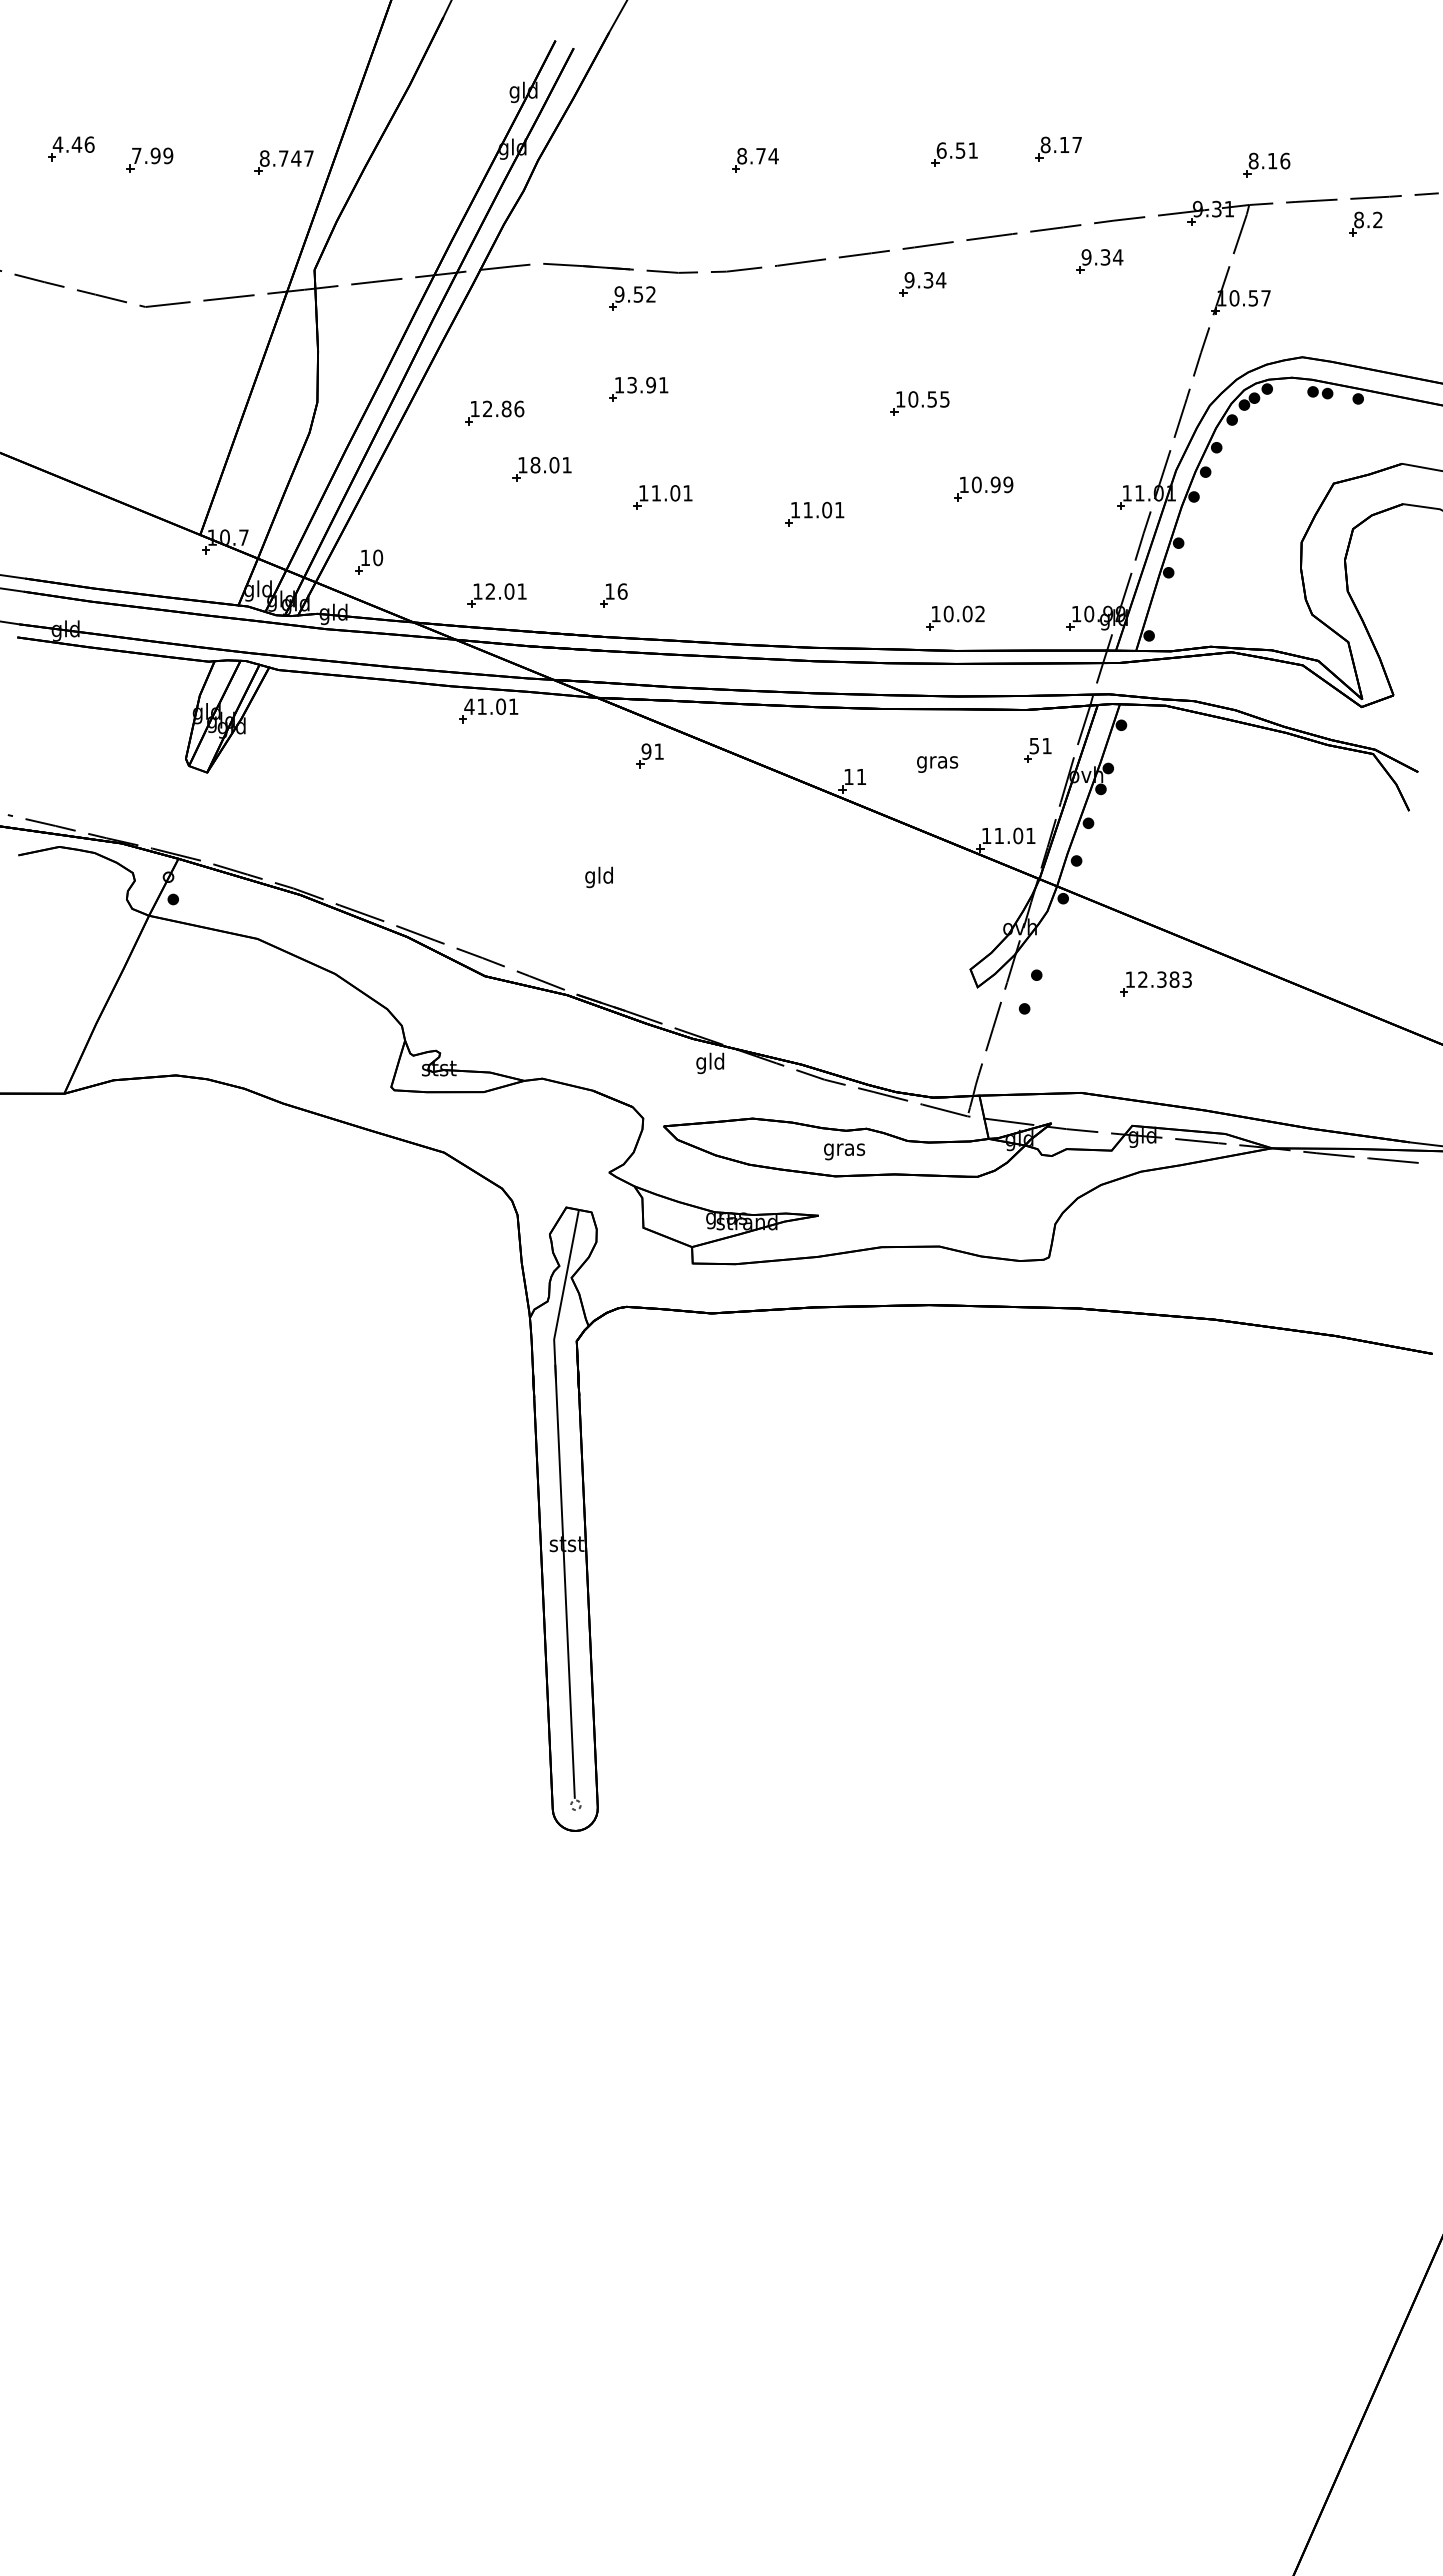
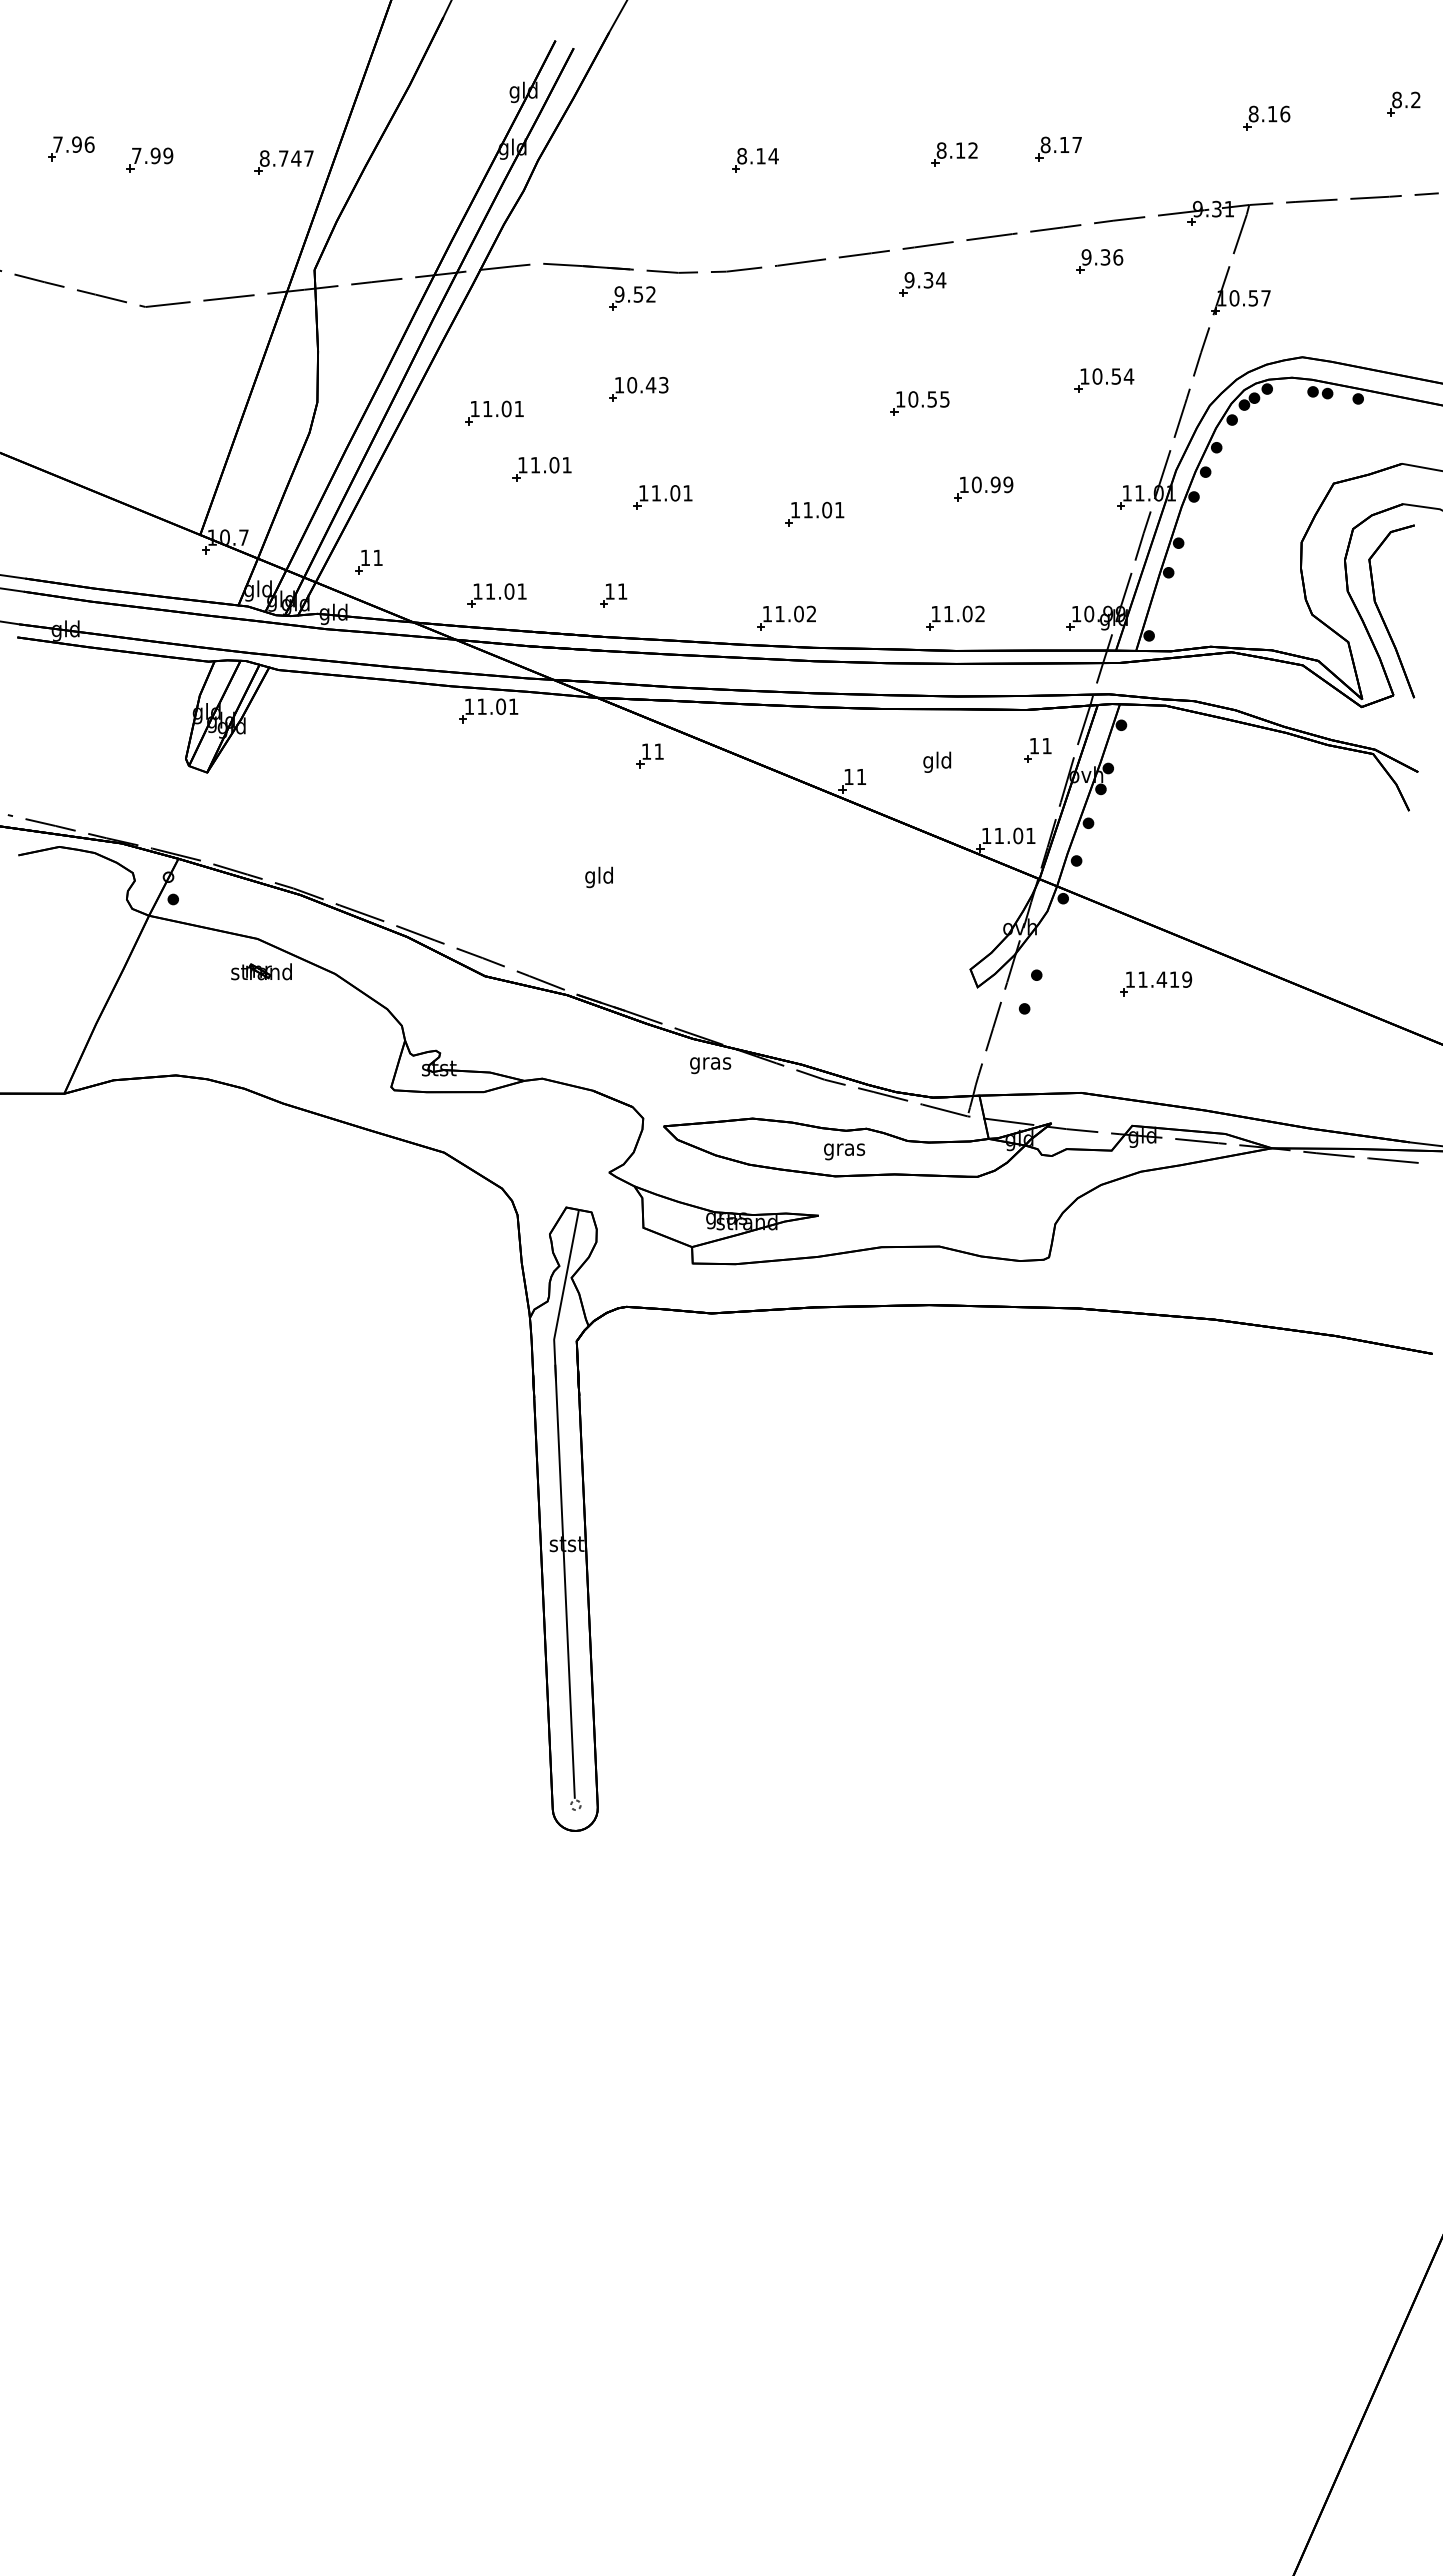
text at (67, 144): 4.46 -> 7.96
text at (956, 150): 6.51 -> 8.12
text at (760, 156): 8.74 -> 8.14
part at (1266, 164) position: (1266, 164) -> (1266, 117)
part at (1365, 223) position: (1365, 223) -> (1403, 103)
text at (1118, 257): 9.34 -> 9.36
part at (1104, 380): none -> present
text at (647, 384): 13.91 -> 10.43
text at (503, 408): 12.86 -> 11.01
text at (535, 464): 18.01 -> 11.01
text at (378, 557): 10 -> 11
text at (489, 591): 12.01 -> 11.01
text at (622, 591): 16 -> 11
text at (948, 613): 10.02 -> 11.02
part at (1382, 615): none -> present
part at (786, 617): none -> present
text at (469, 706): 41.01 -> 11.01
text at (1033, 746): 51 -> 11
text at (646, 751): 91 -> 11
text at (937, 761): gras -> gld
part at (261, 971): none -> present
text at (1165, 979): 12.383 -> 11.419
text at (710, 1063): gld -> gras
